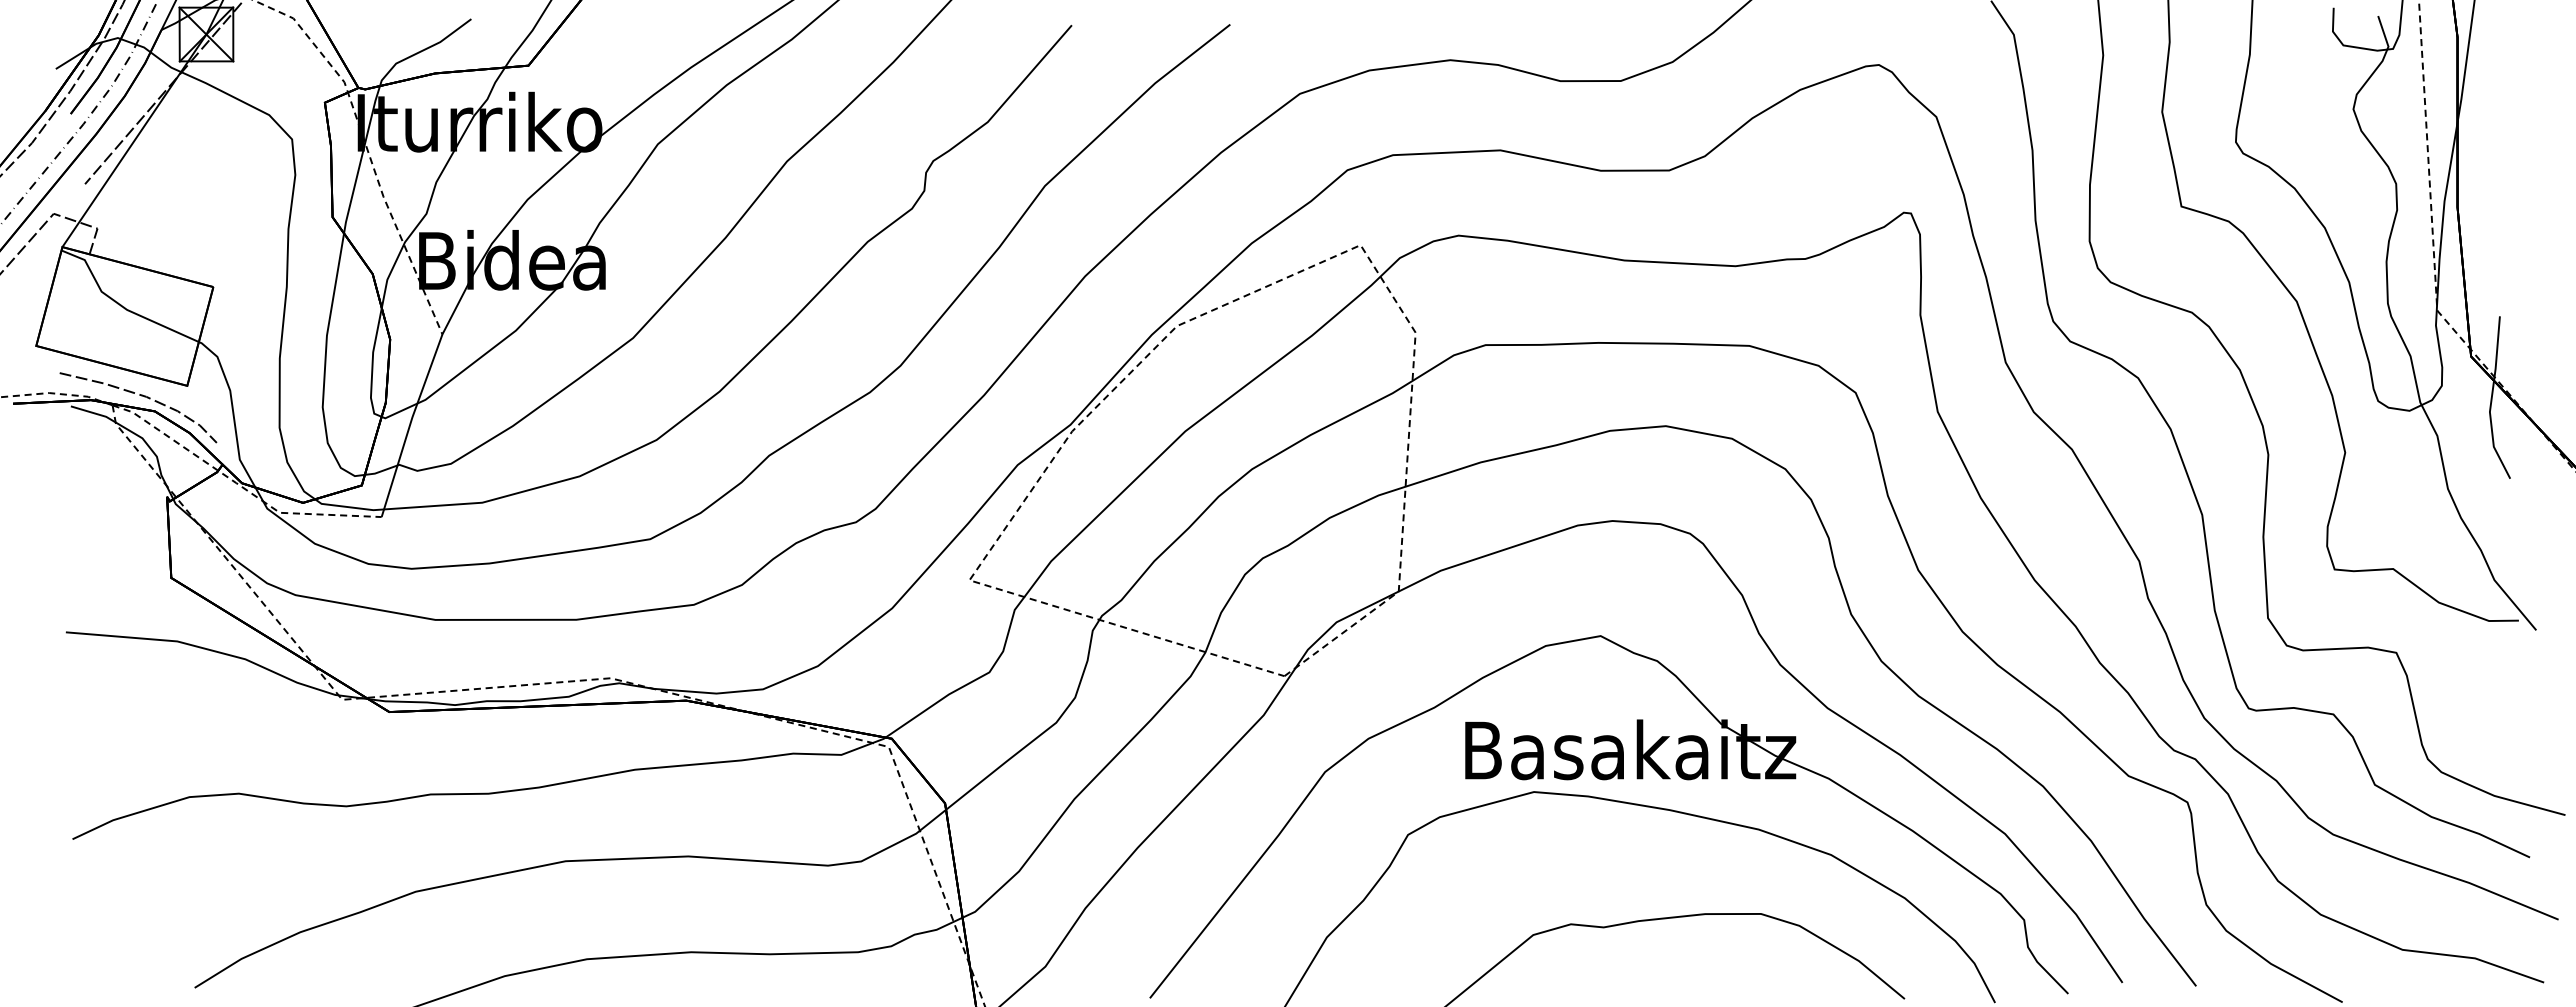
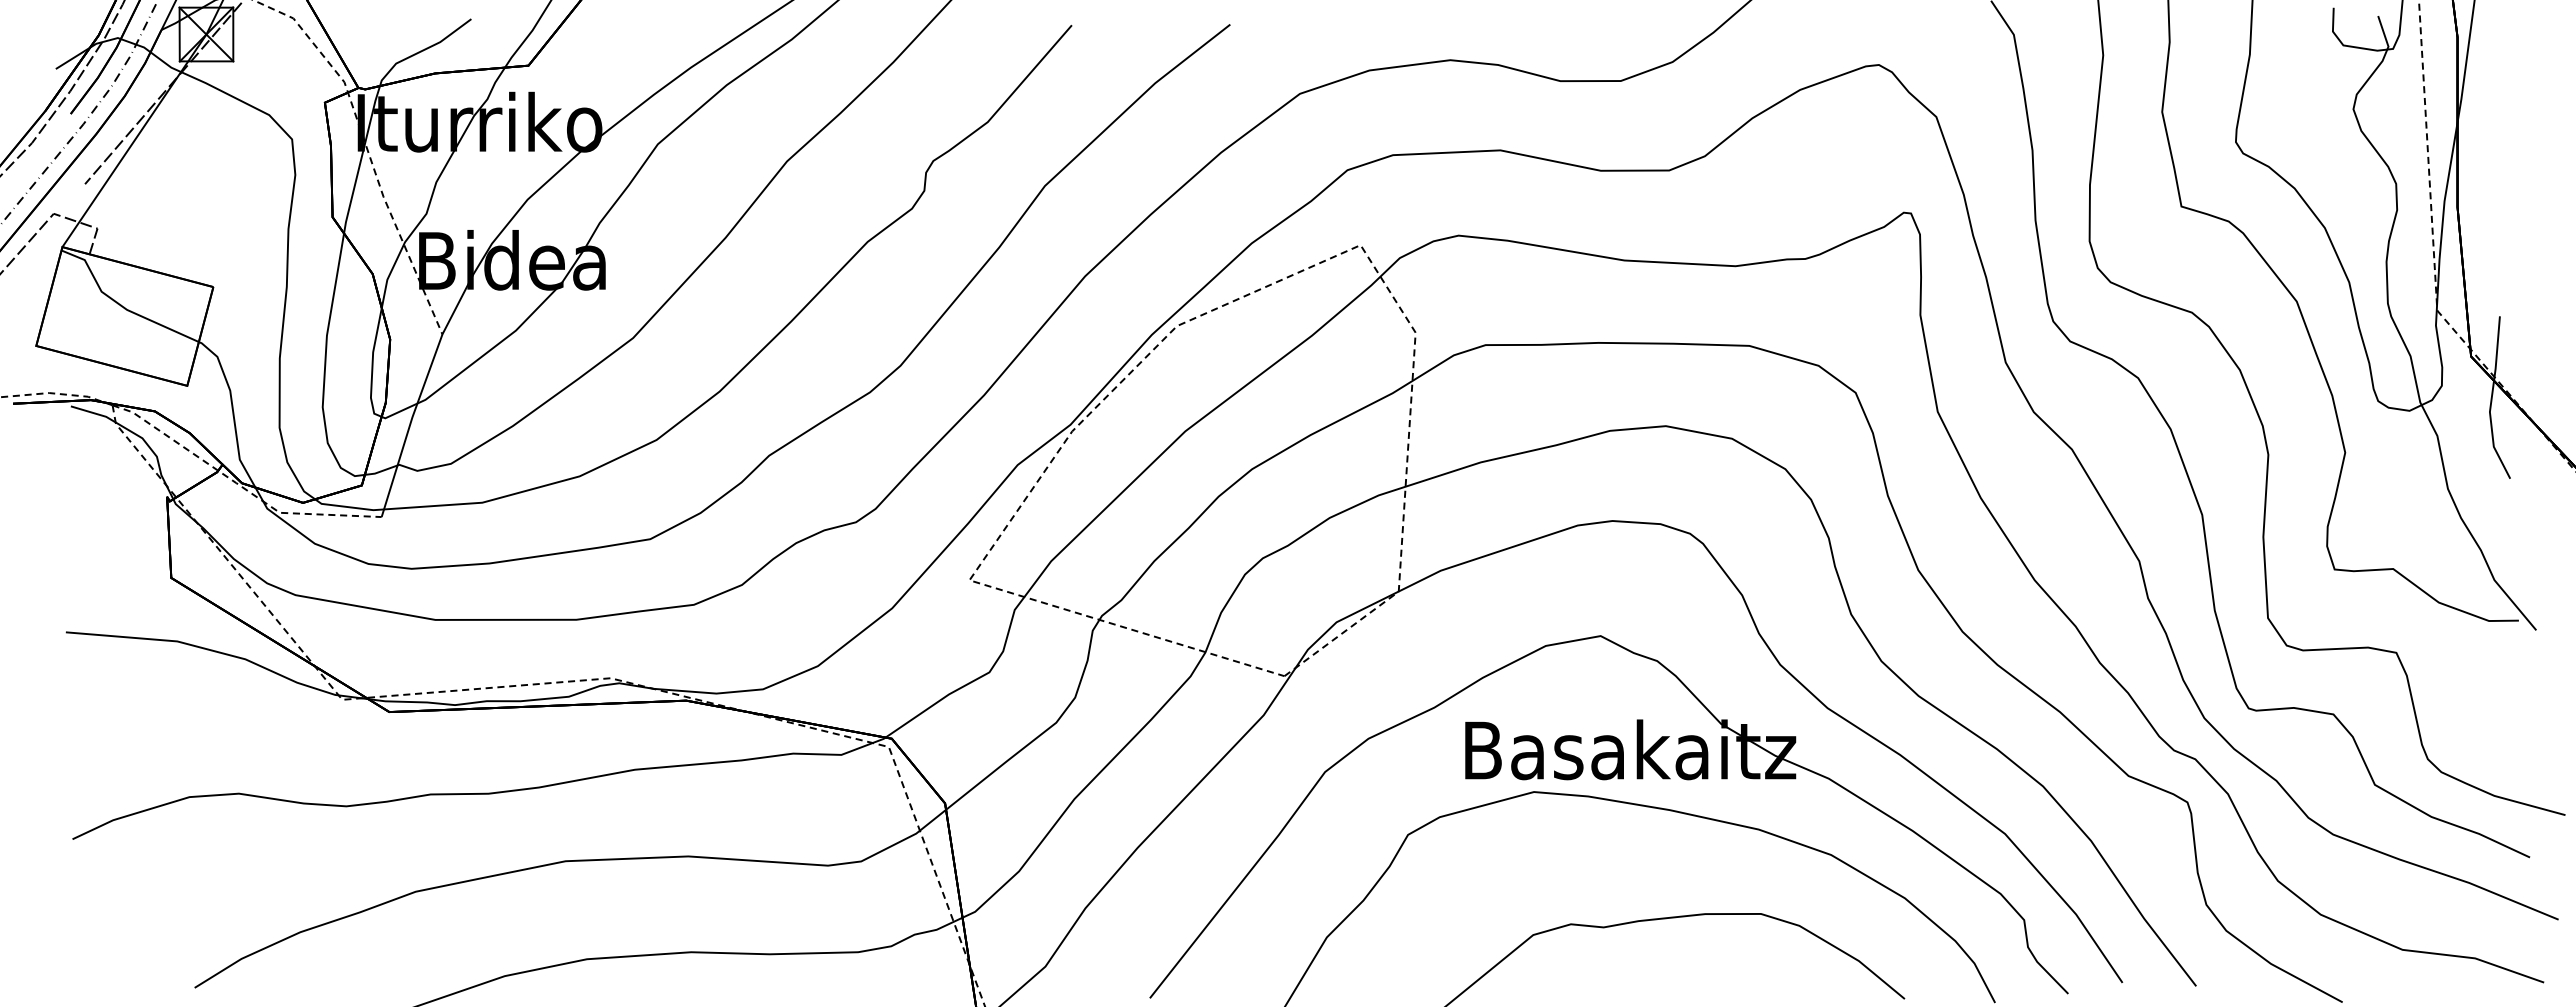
curve at (141, 396): present -> none
